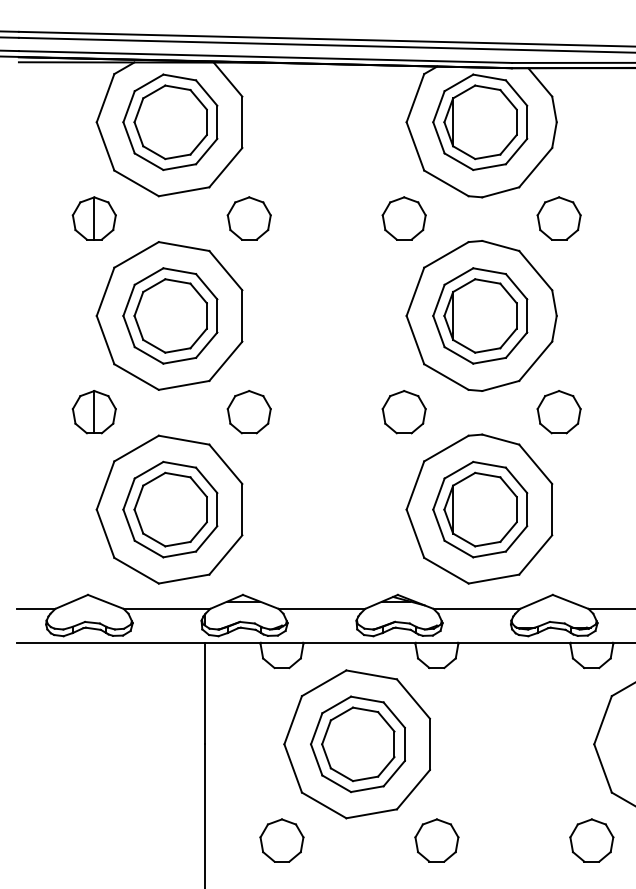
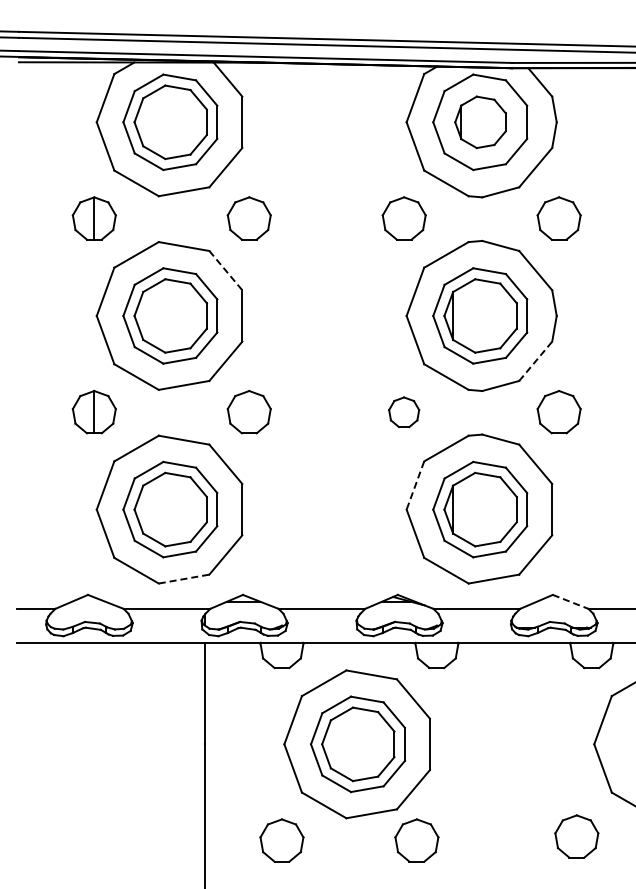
part at (480, 122) size: 75x77 px -> 53x55 px
line at (225, 270): solid -> dashed
line at (535, 361): solid -> dashed
part at (403, 412) size: 46x45 px -> 33x33 px
line at (415, 485): solid -> dashed
line at (184, 579): solid -> dashed
line at (571, 602): solid -> dashed
part at (436, 840) position: (436, 840) -> (416, 840)
part at (591, 840) position: (591, 840) -> (576, 836)
